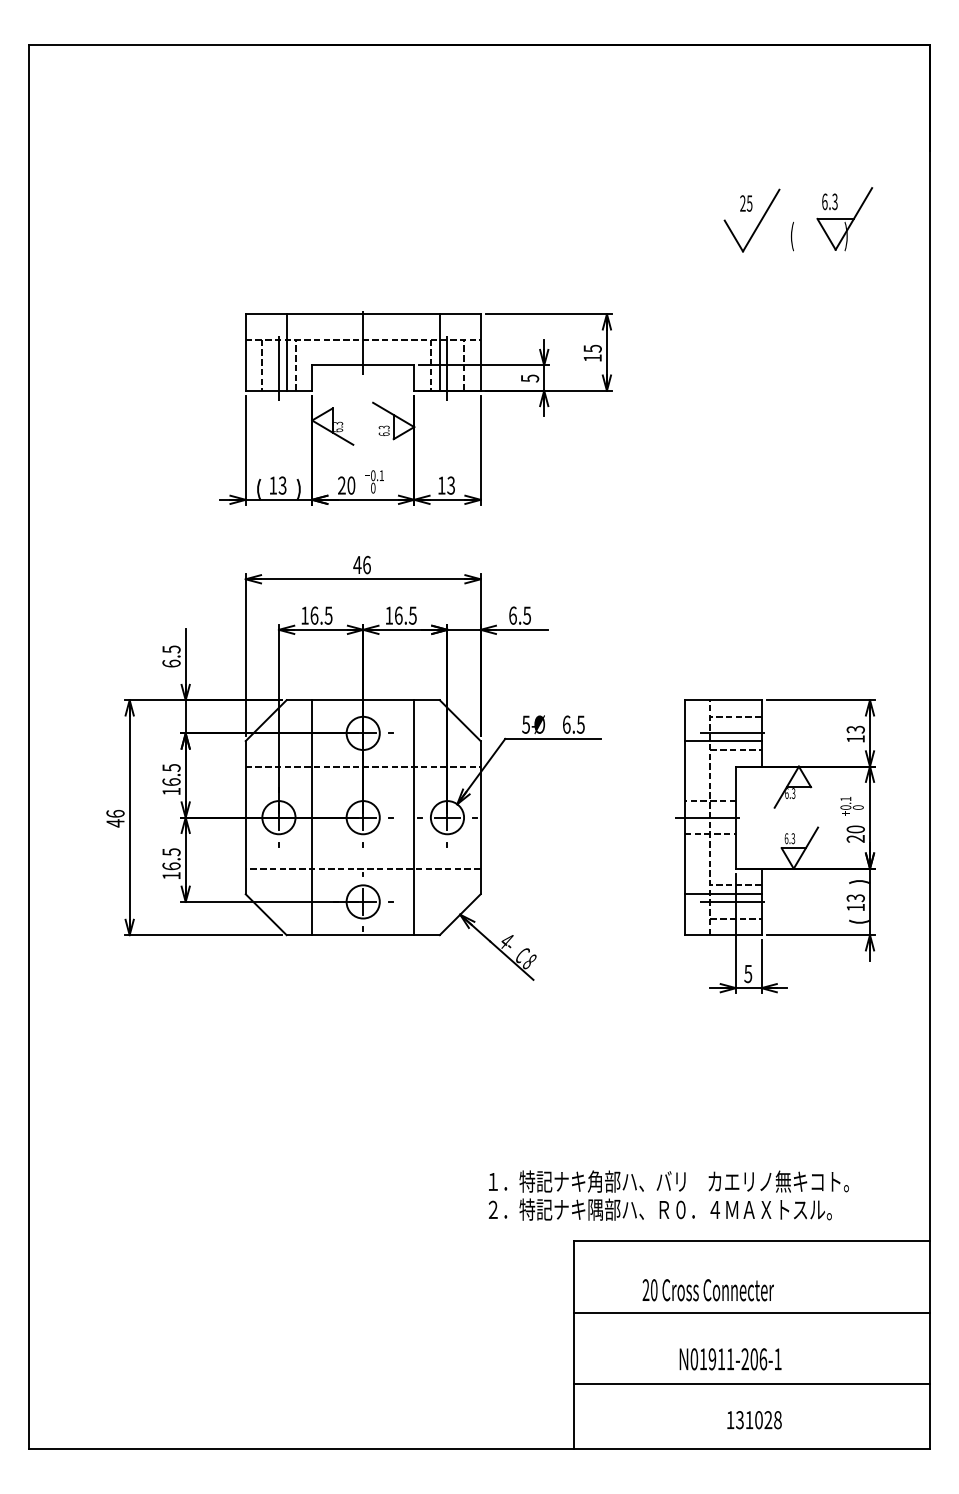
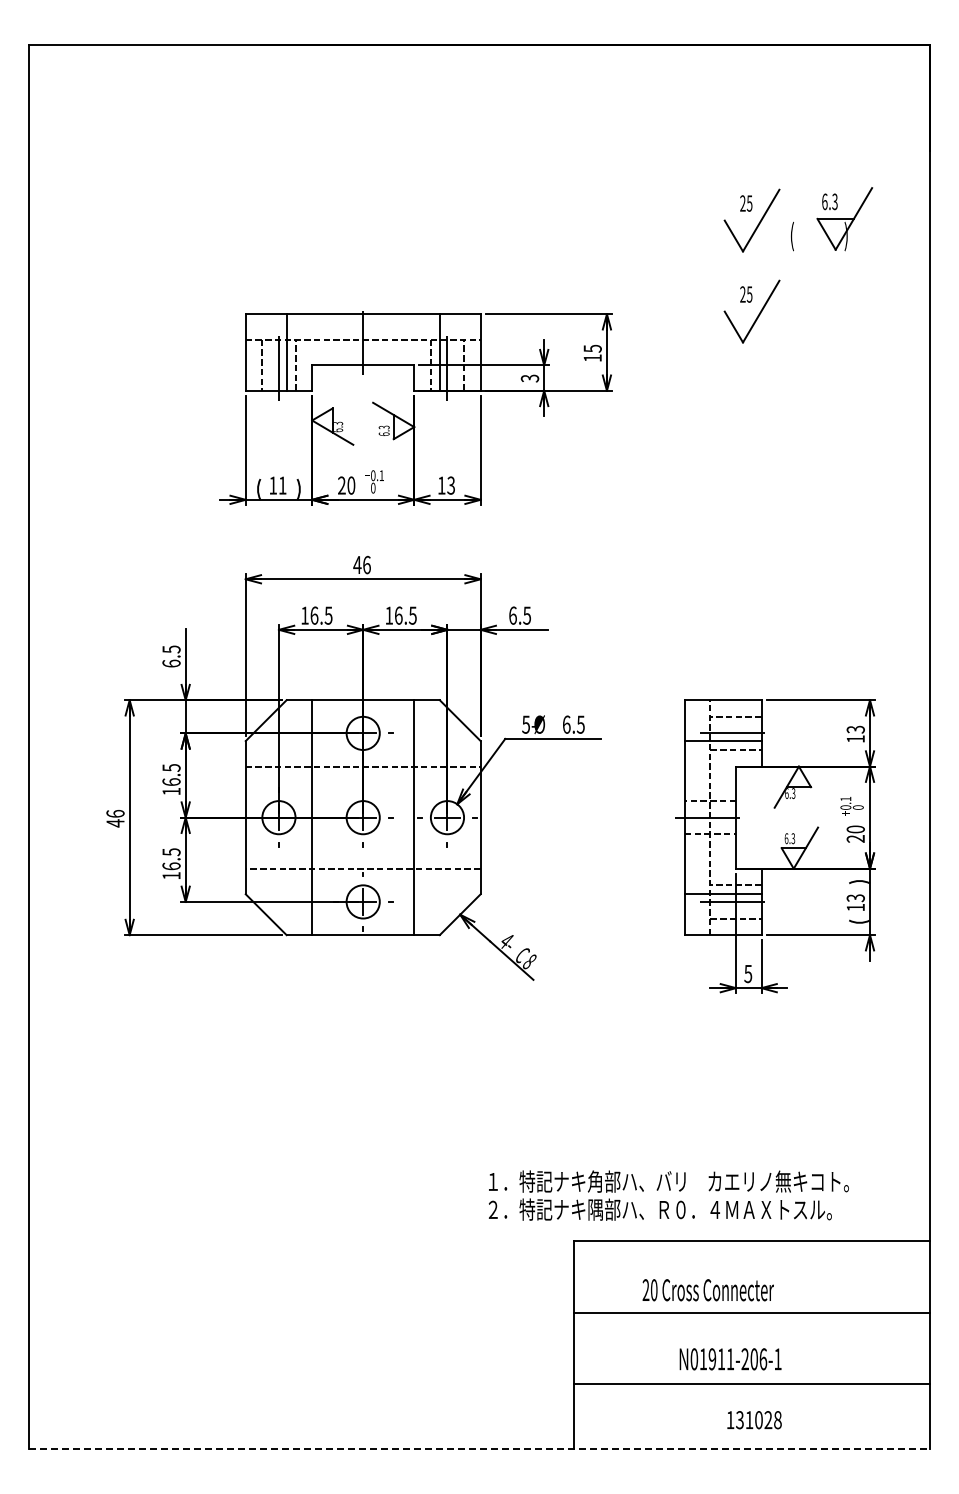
part at (757, 315): none -> present
text at (529, 377): 5 -> 3
text at (282, 485): 13 -> 11
line at (479, 1449): solid -> dashed
